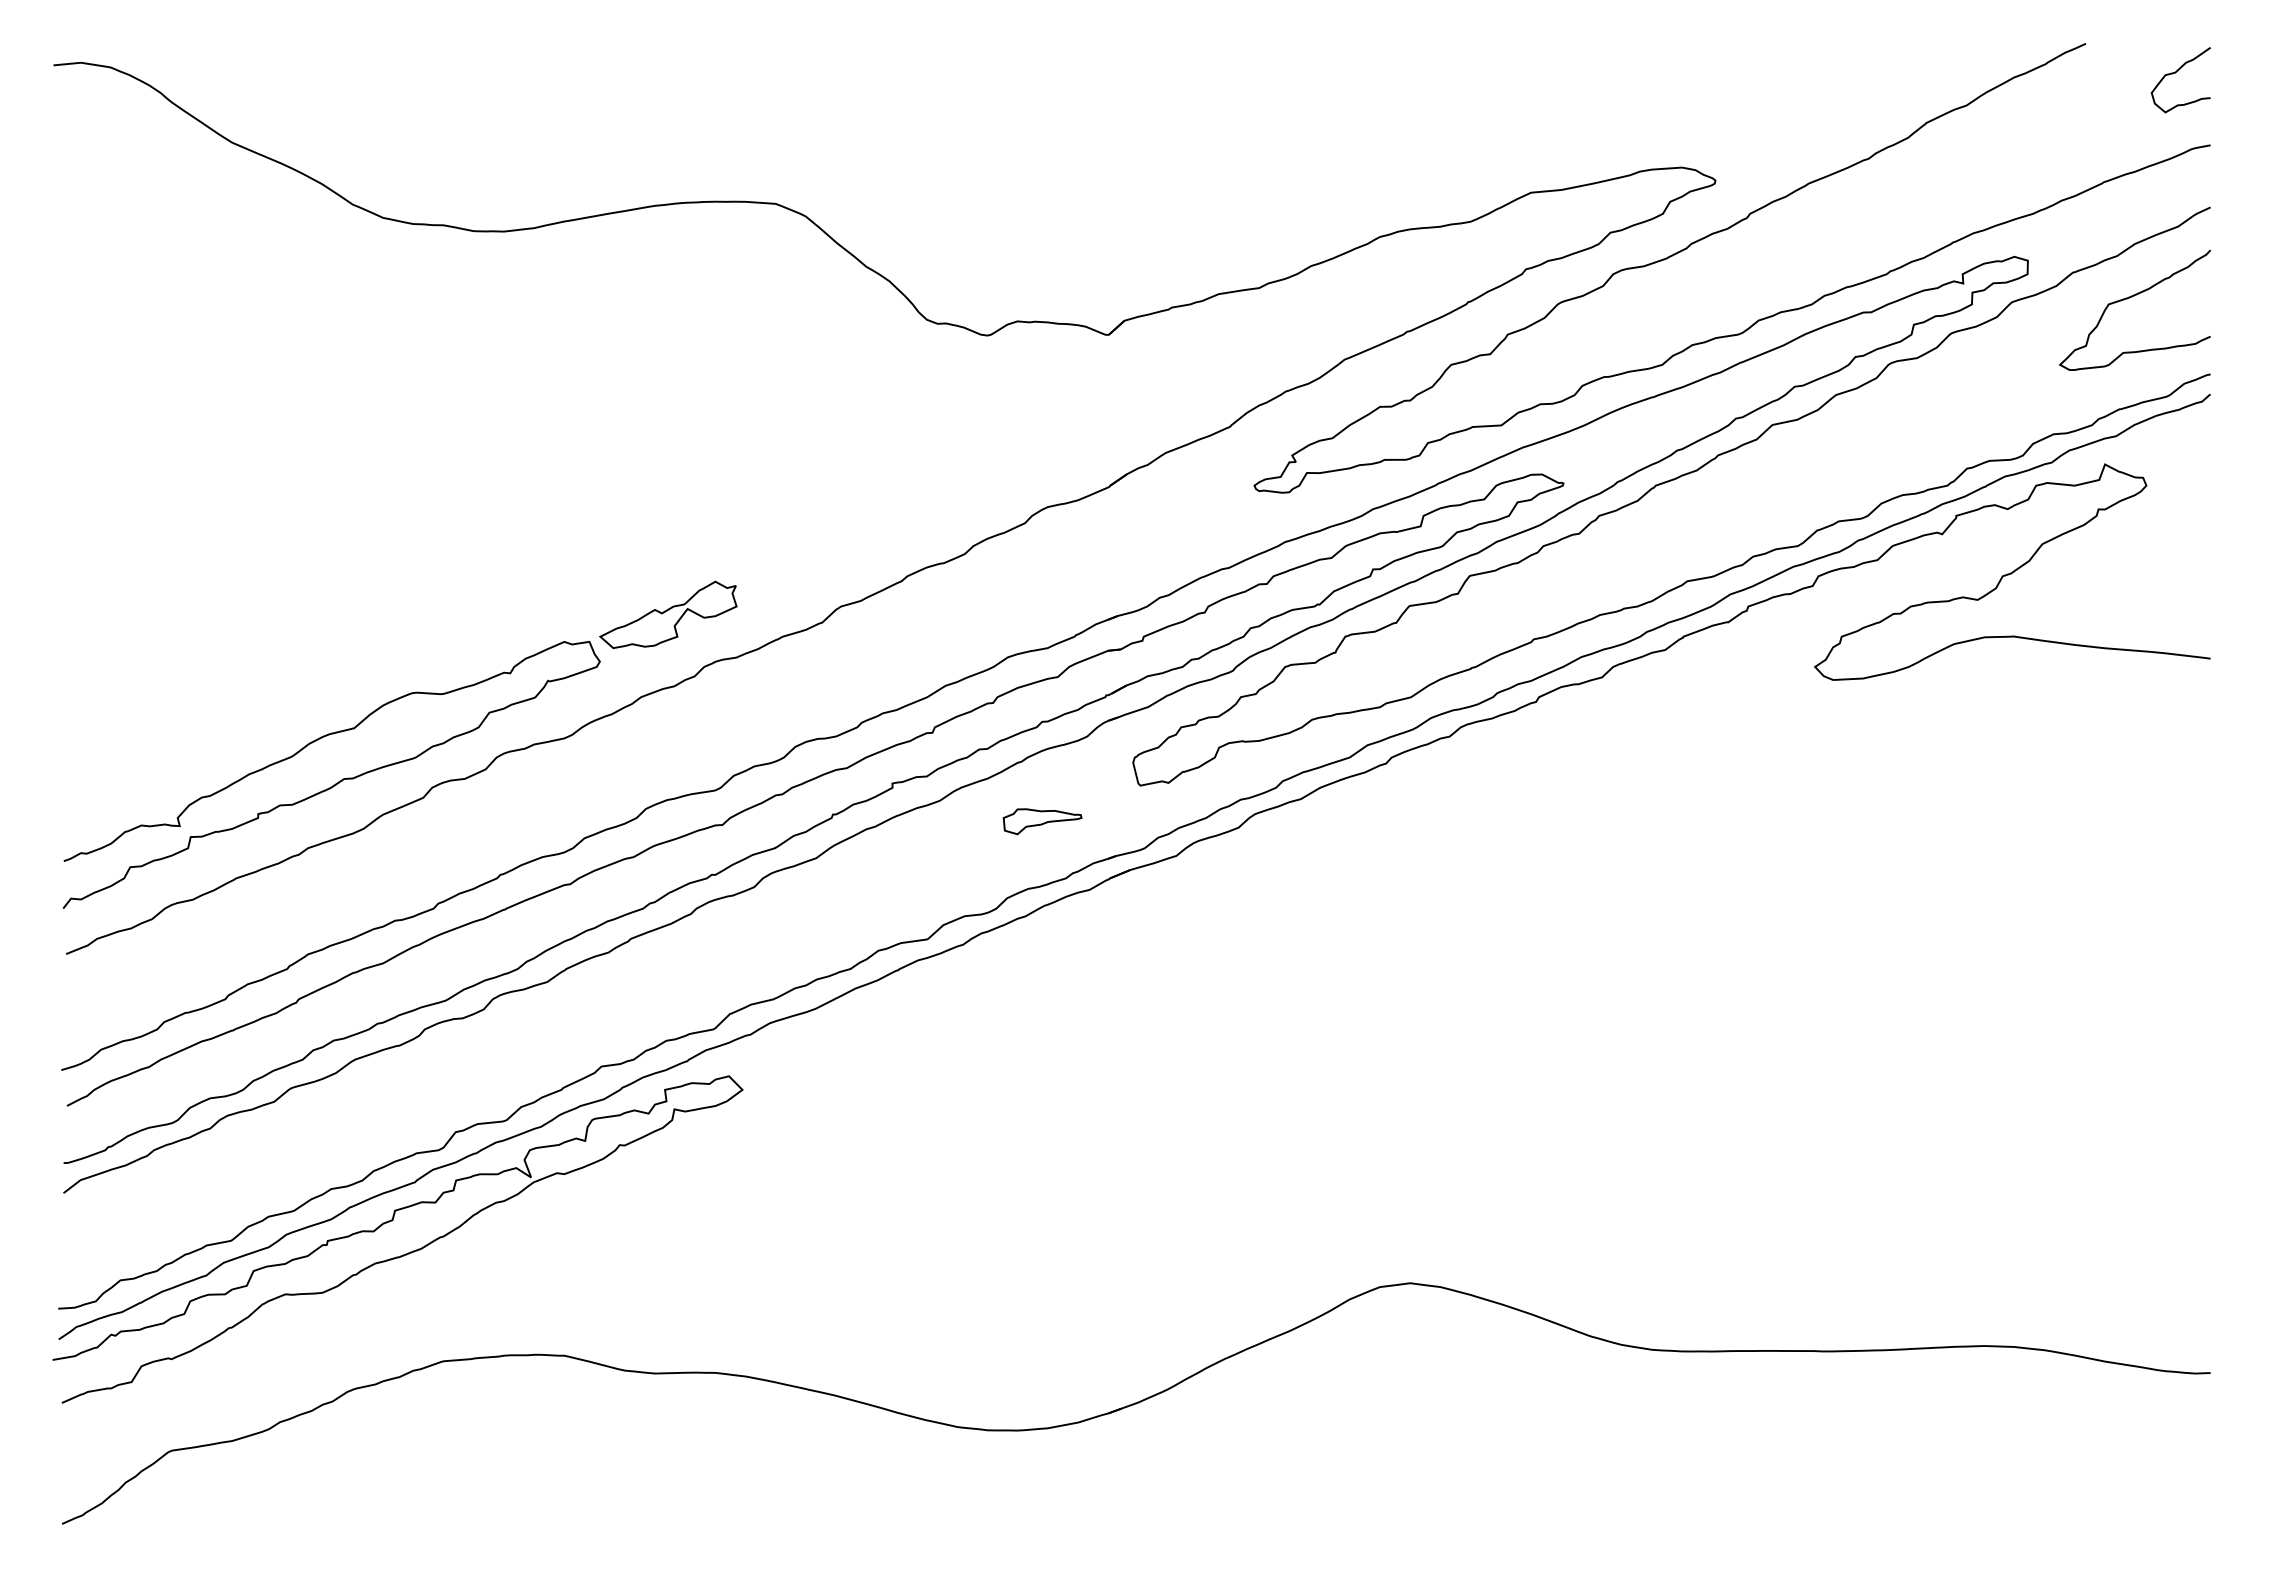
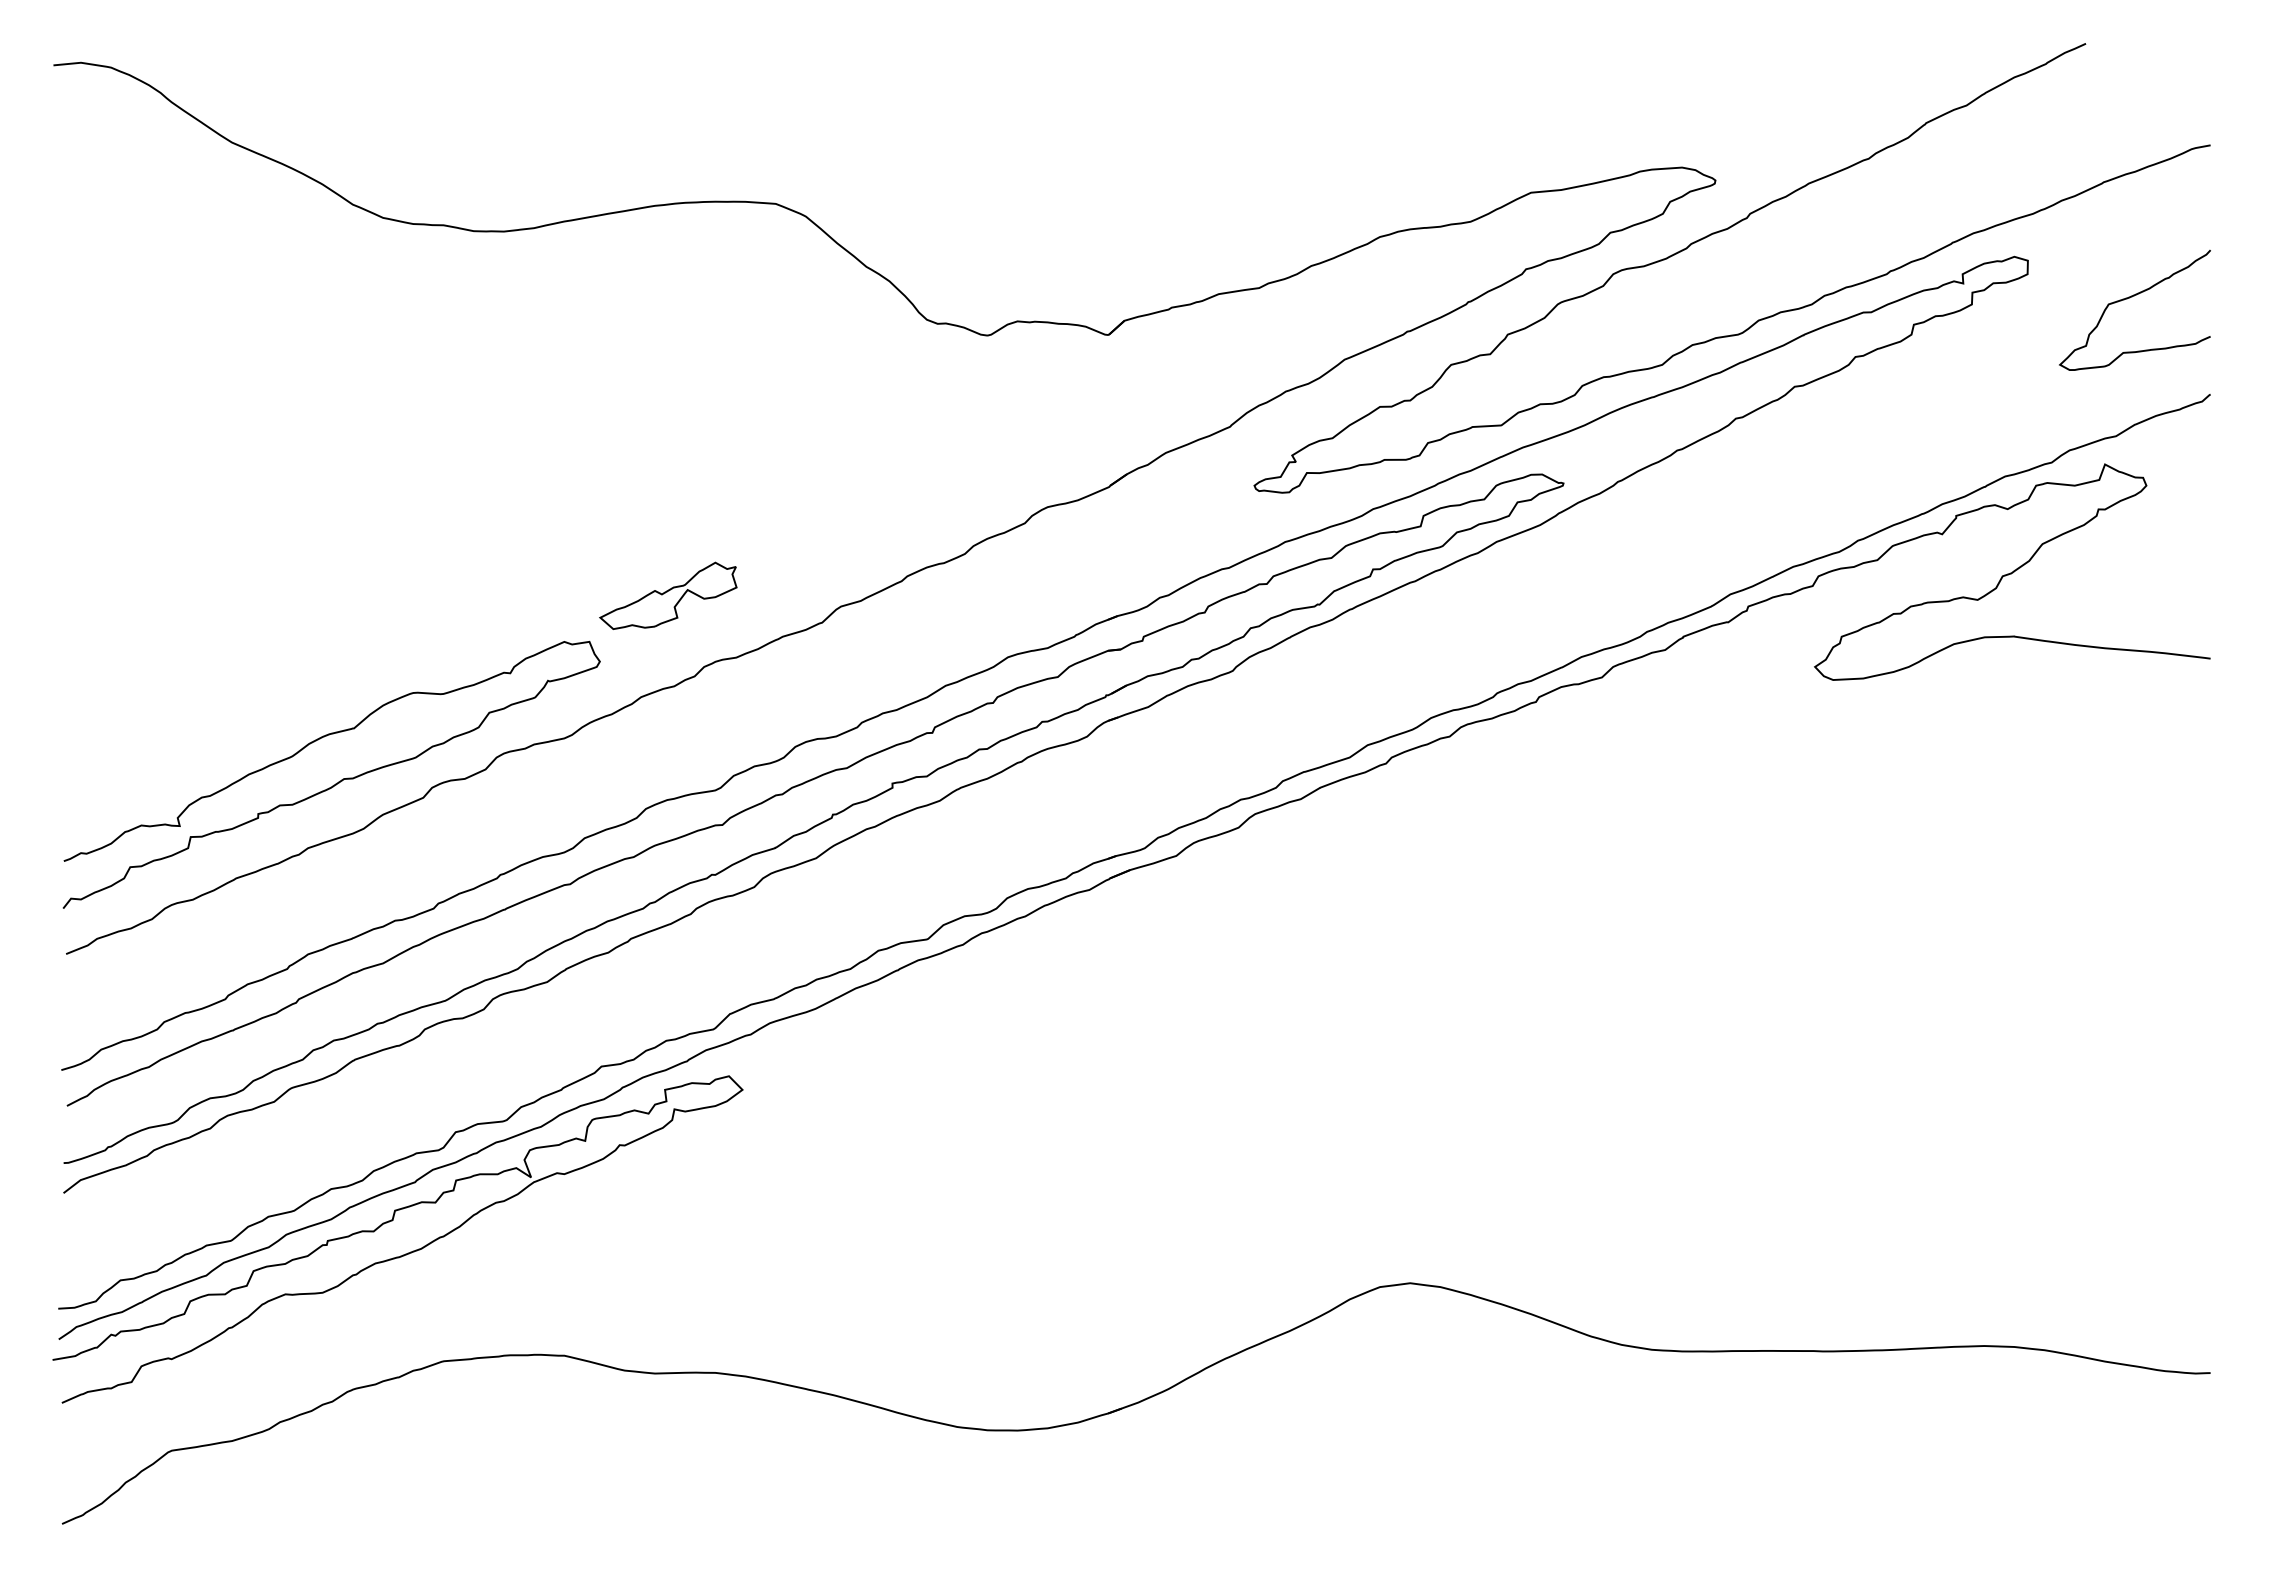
curve at (2175, 73): present -> none
curve at (1668, 482): present -> none
part at (668, 614) position: (668, 614) -> (668, 595)
part at (1042, 821): present -> none
